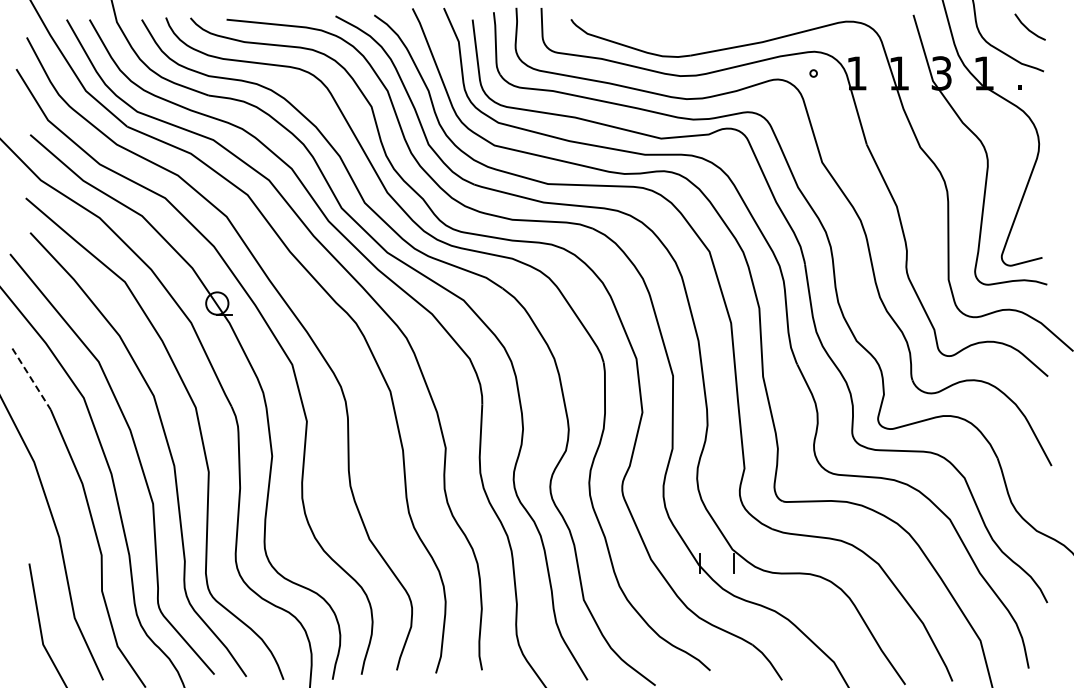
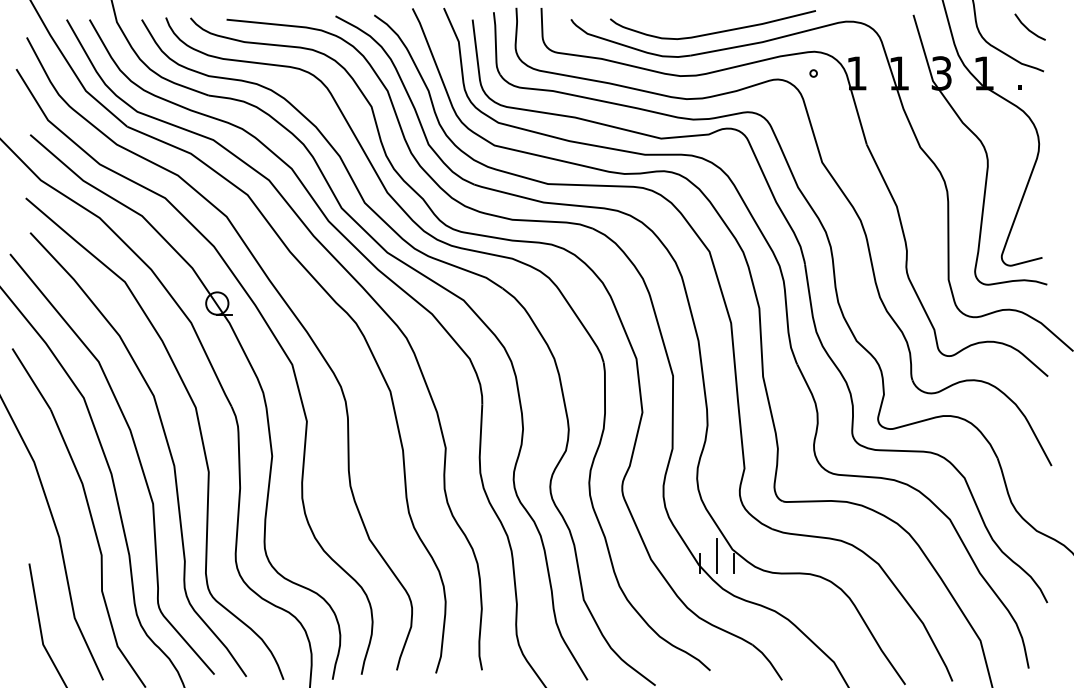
curve at (712, 32): none -> present
line at (31, 379): dashed -> solid
line at (716, 555): none -> present
